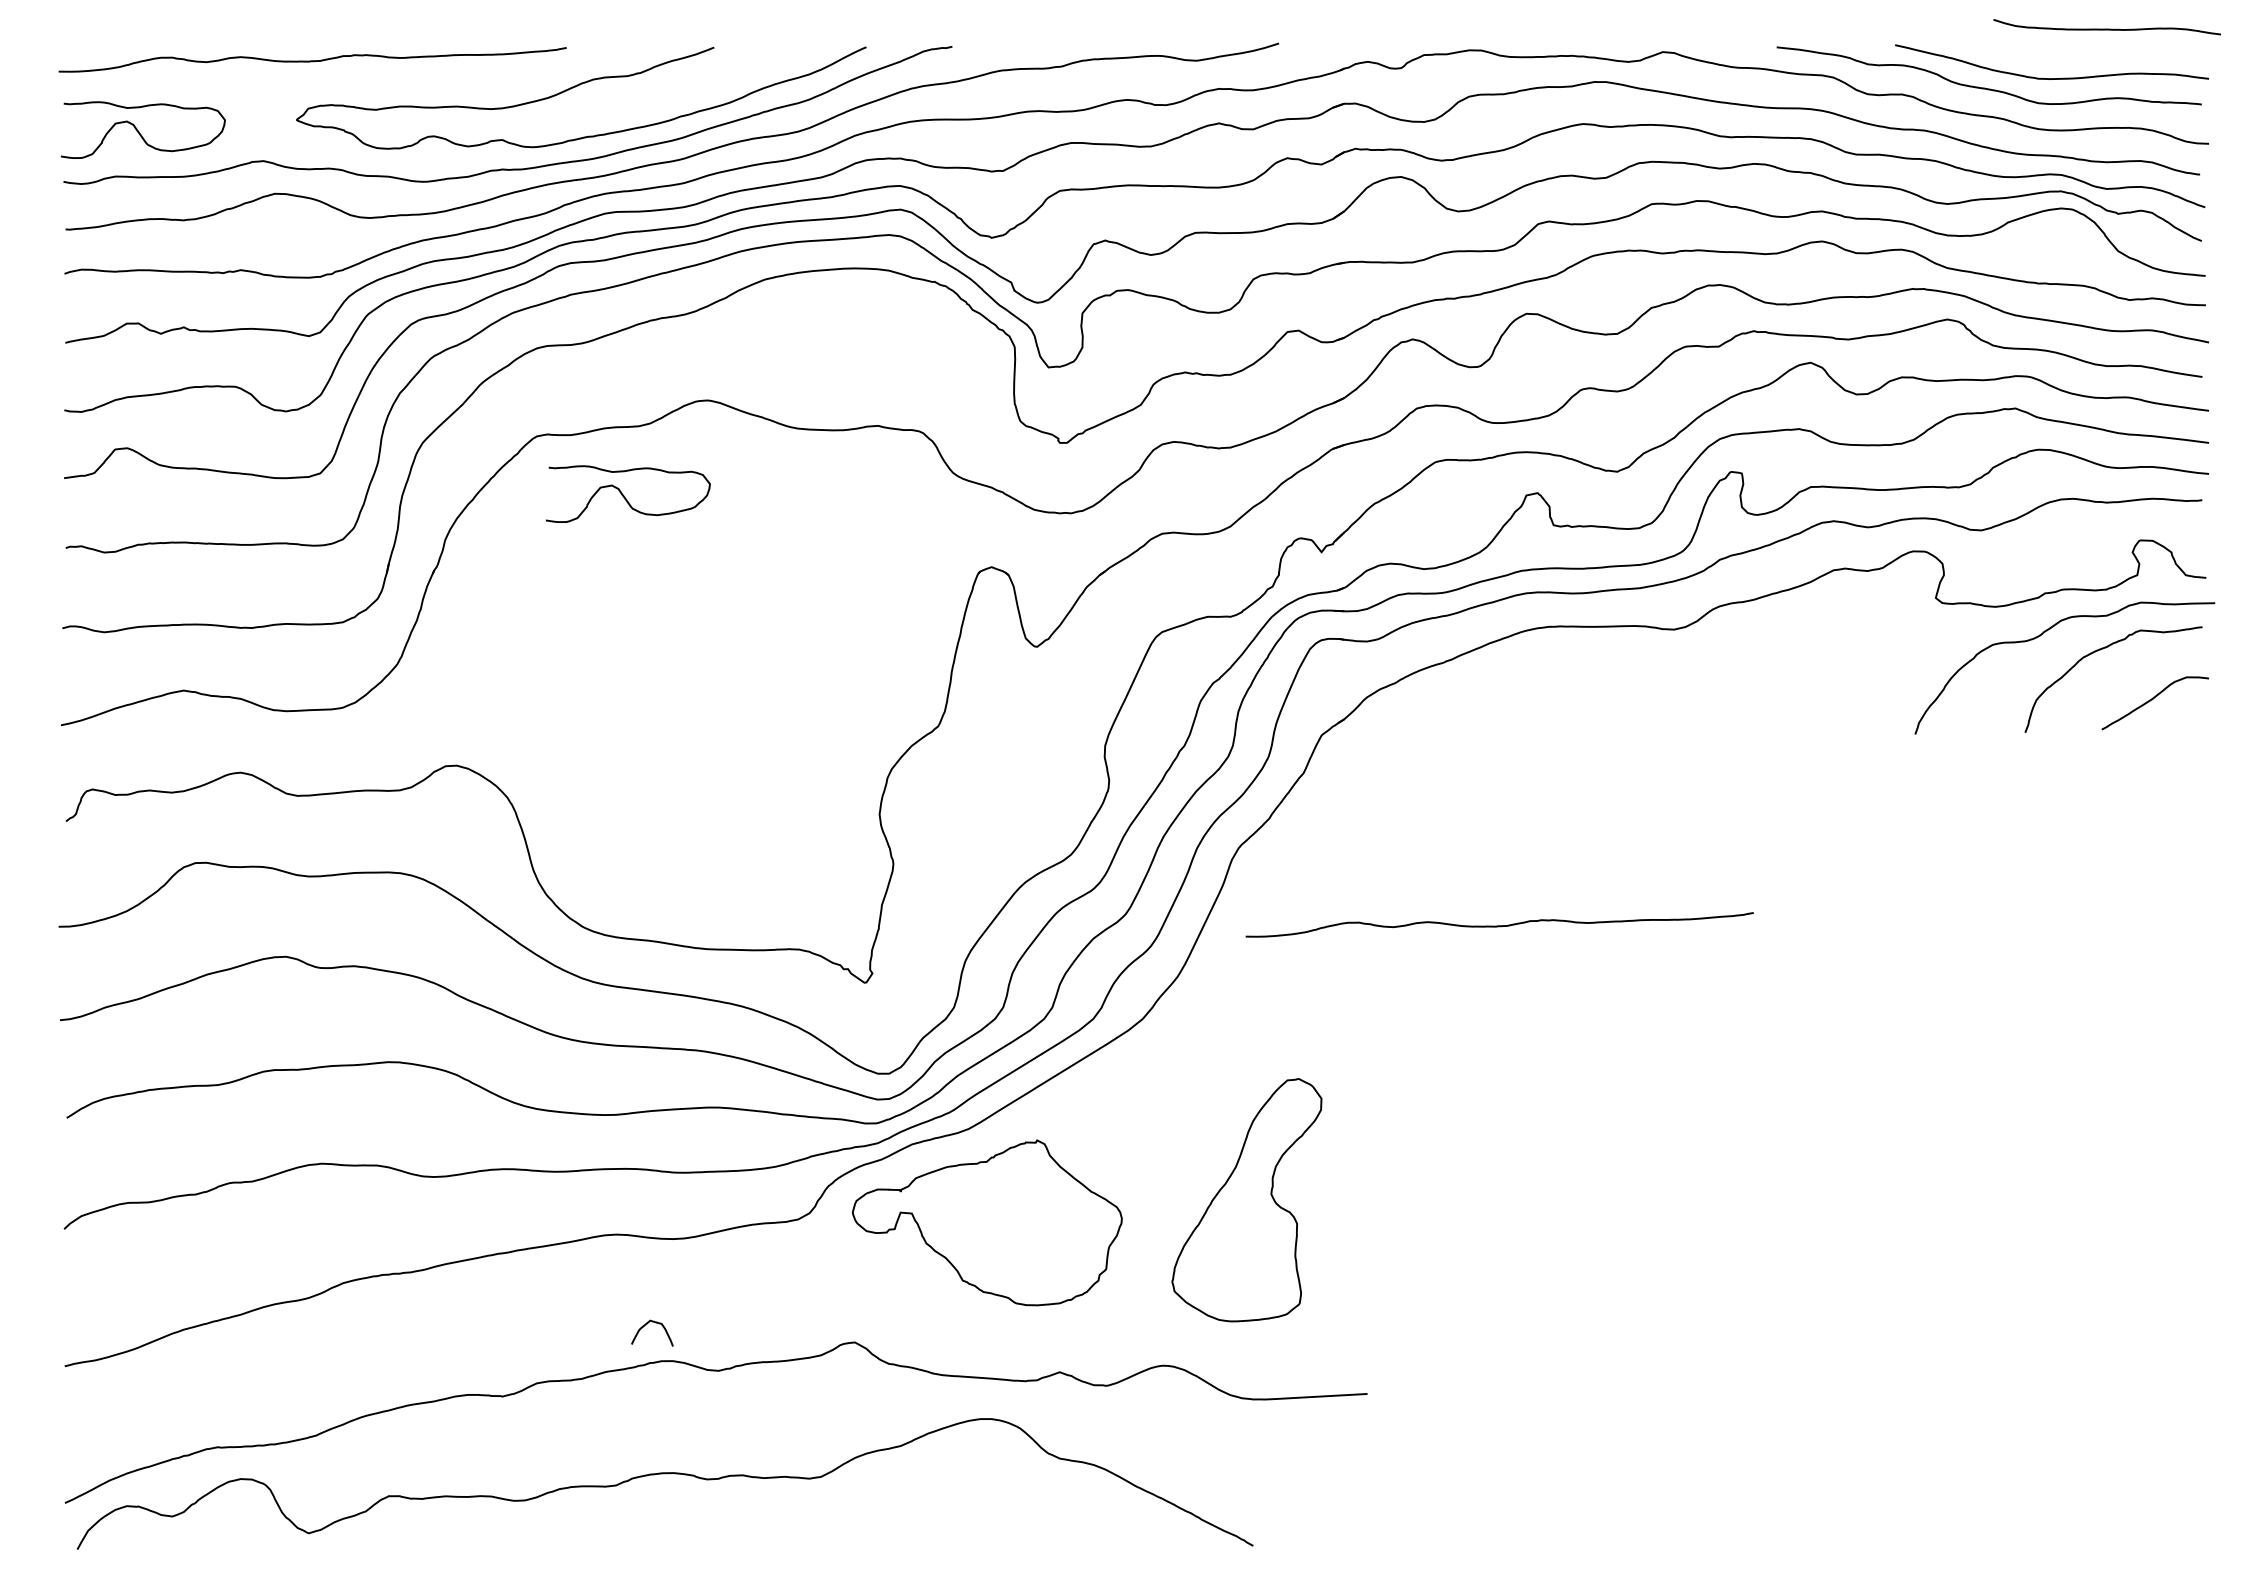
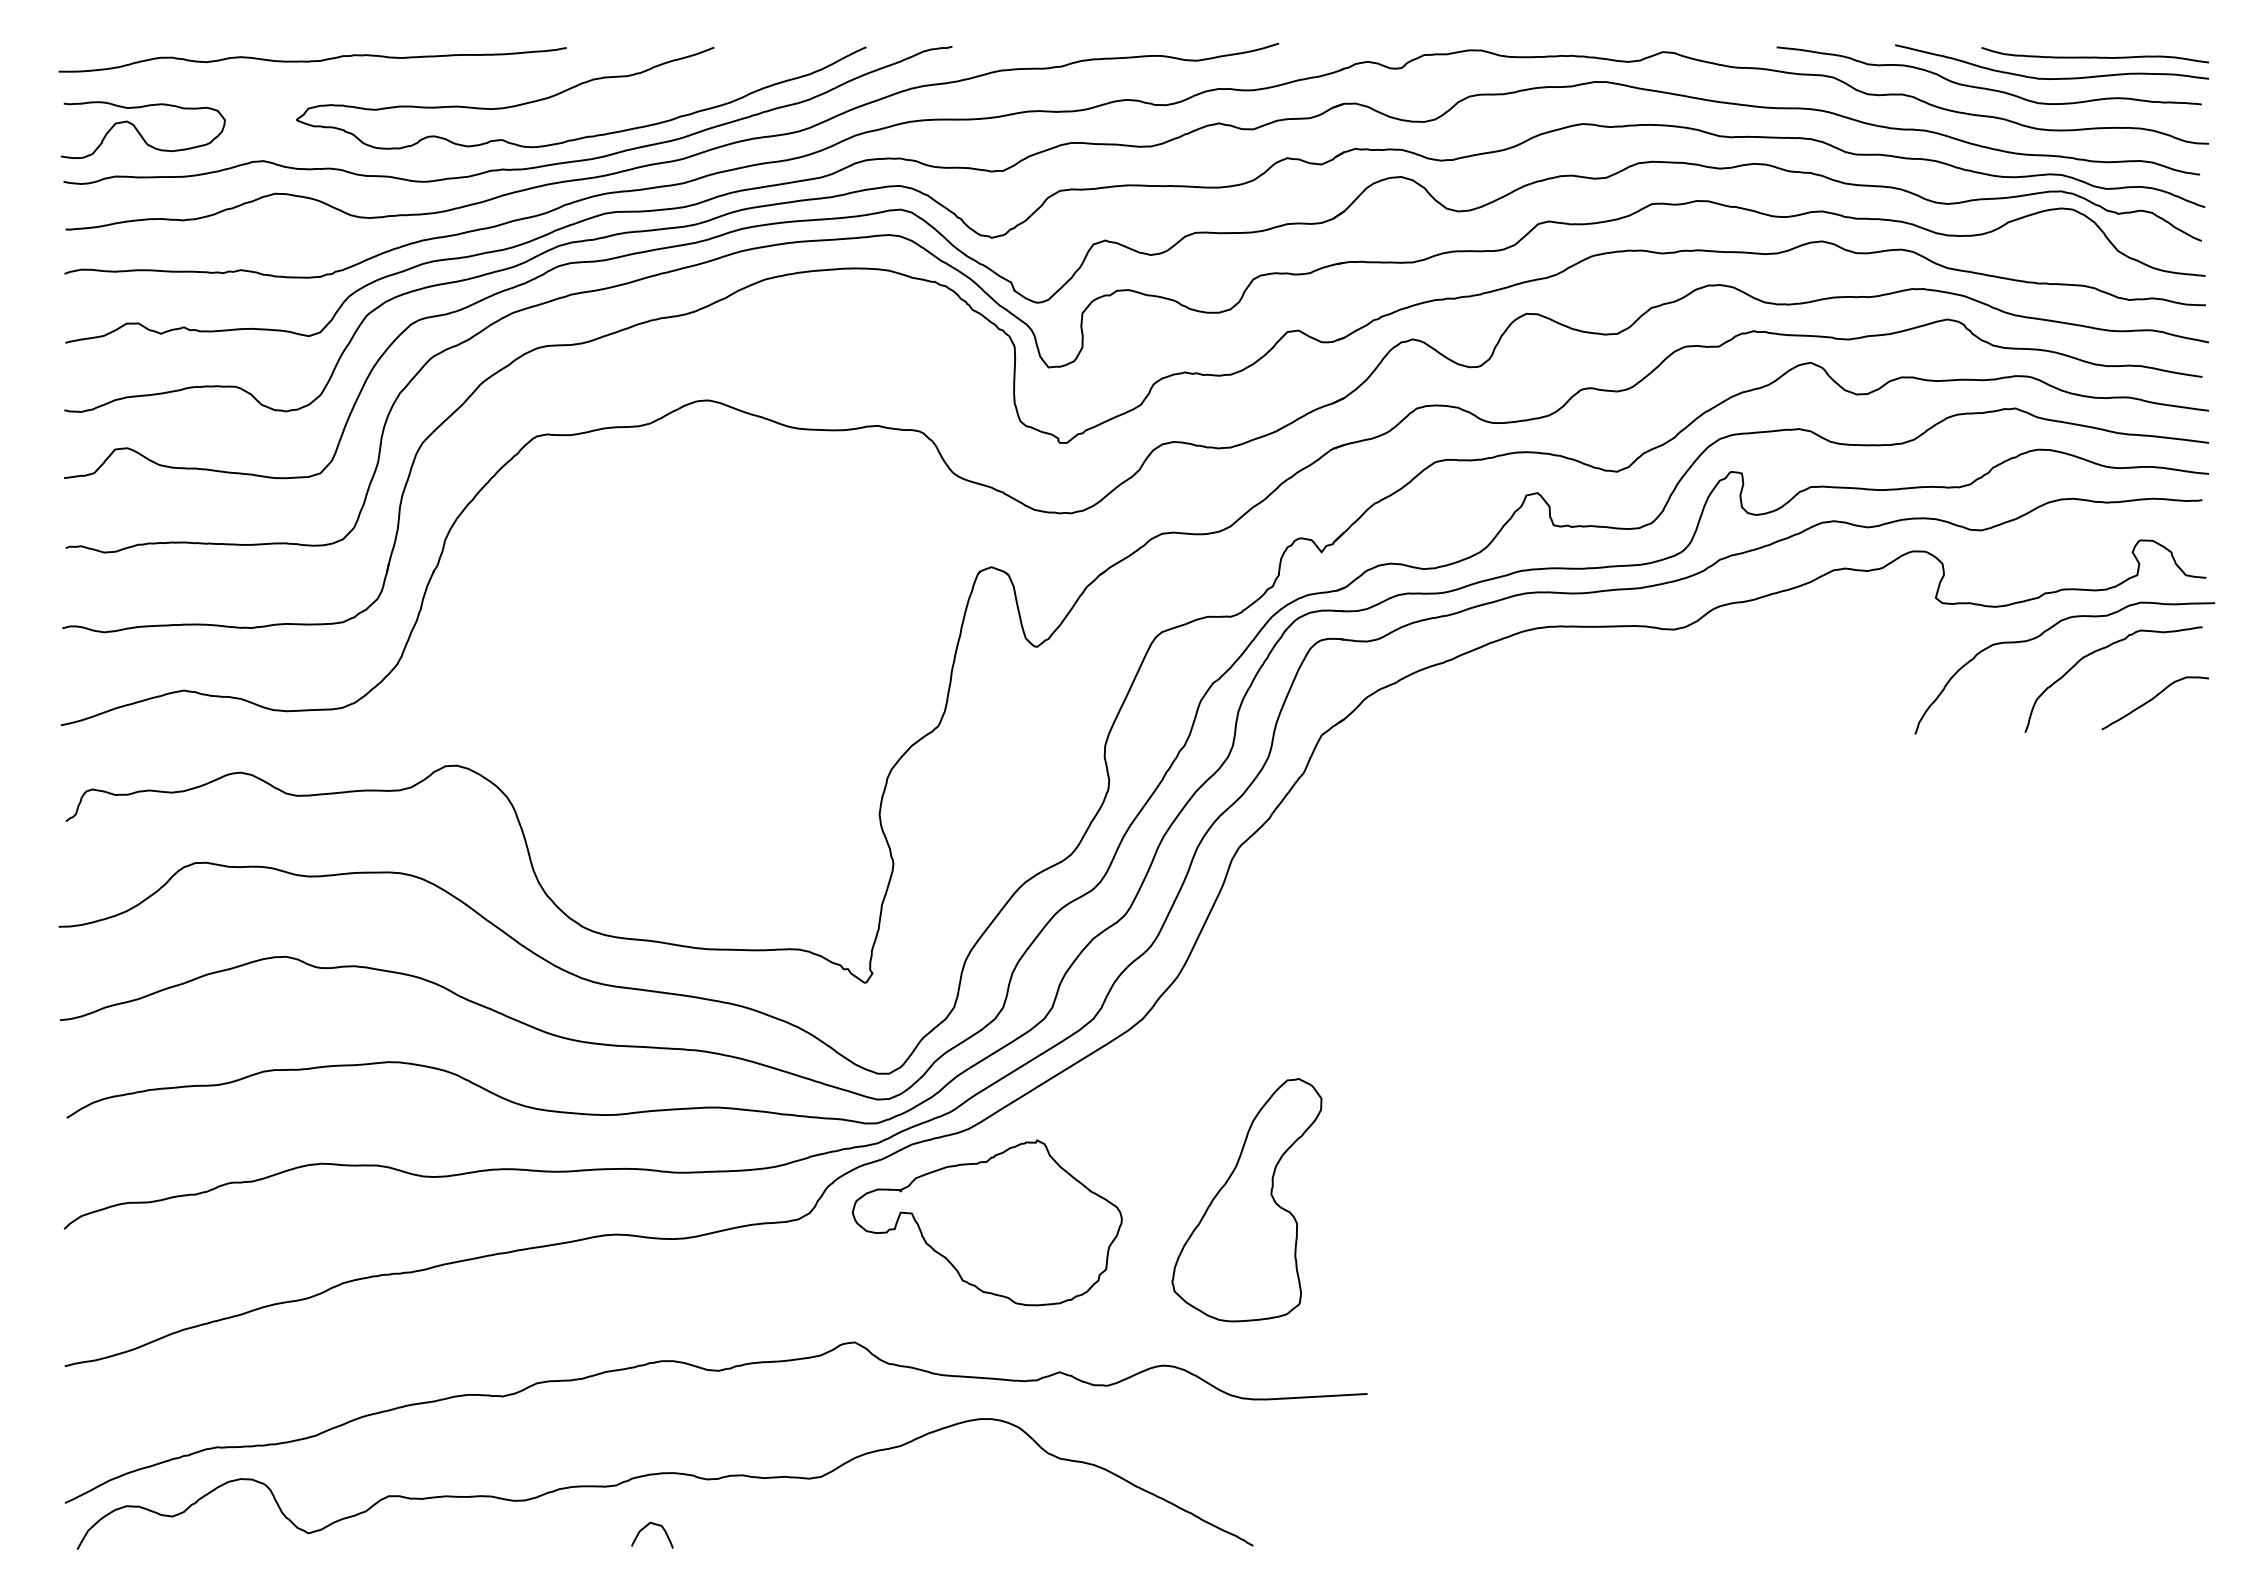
curve at (2106, 28) position: (2106, 28) -> (2094, 56)
curve at (624, 495): present -> none
curve at (1499, 925): present -> none
curve at (646, 1325) position: (646, 1325) -> (646, 1527)
